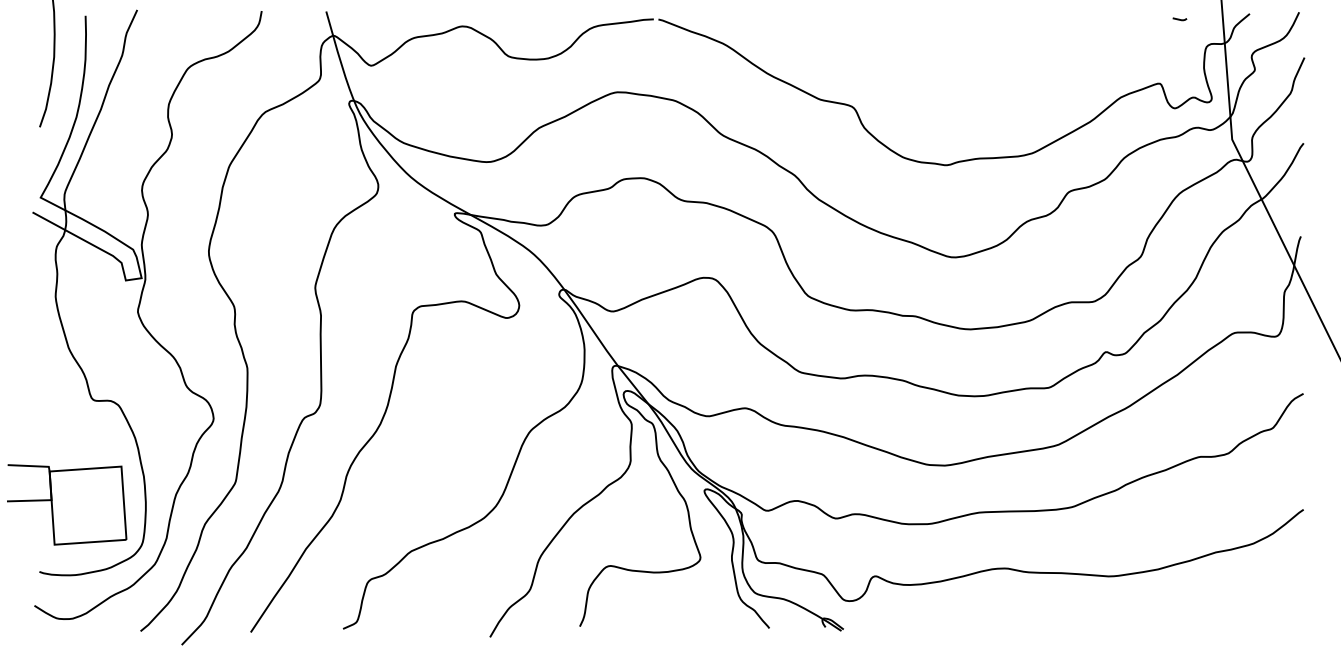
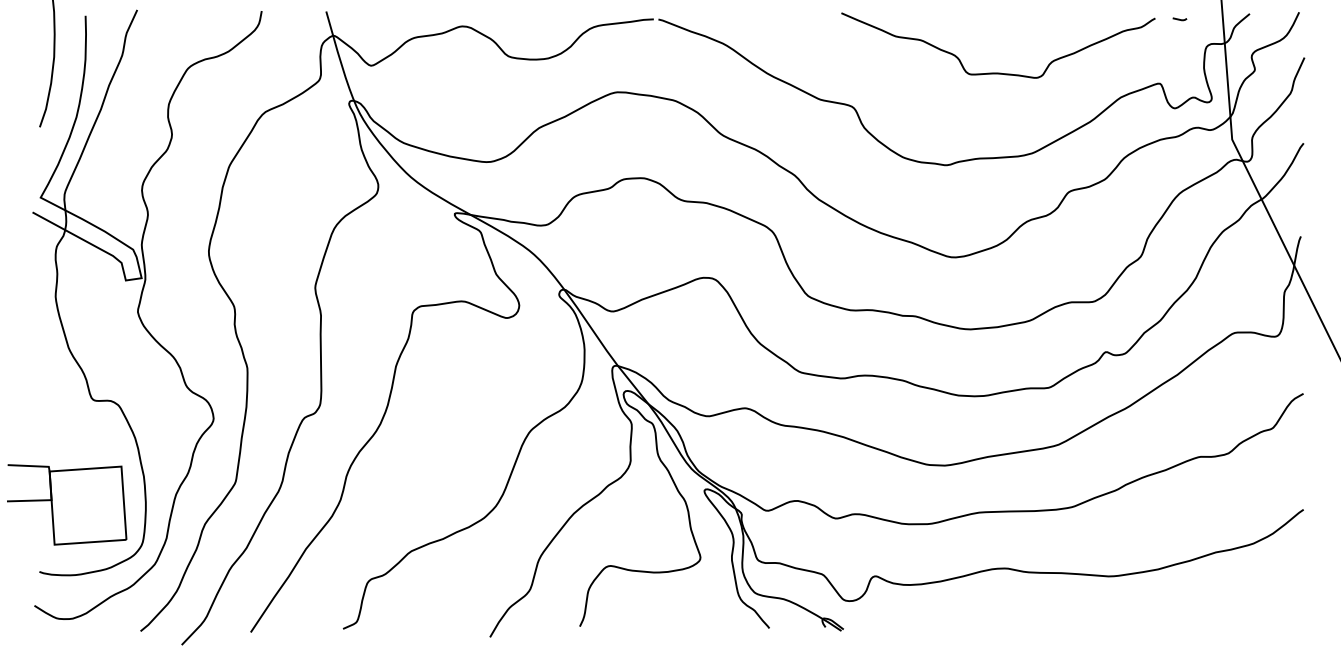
curve at (998, 72): none -> present
